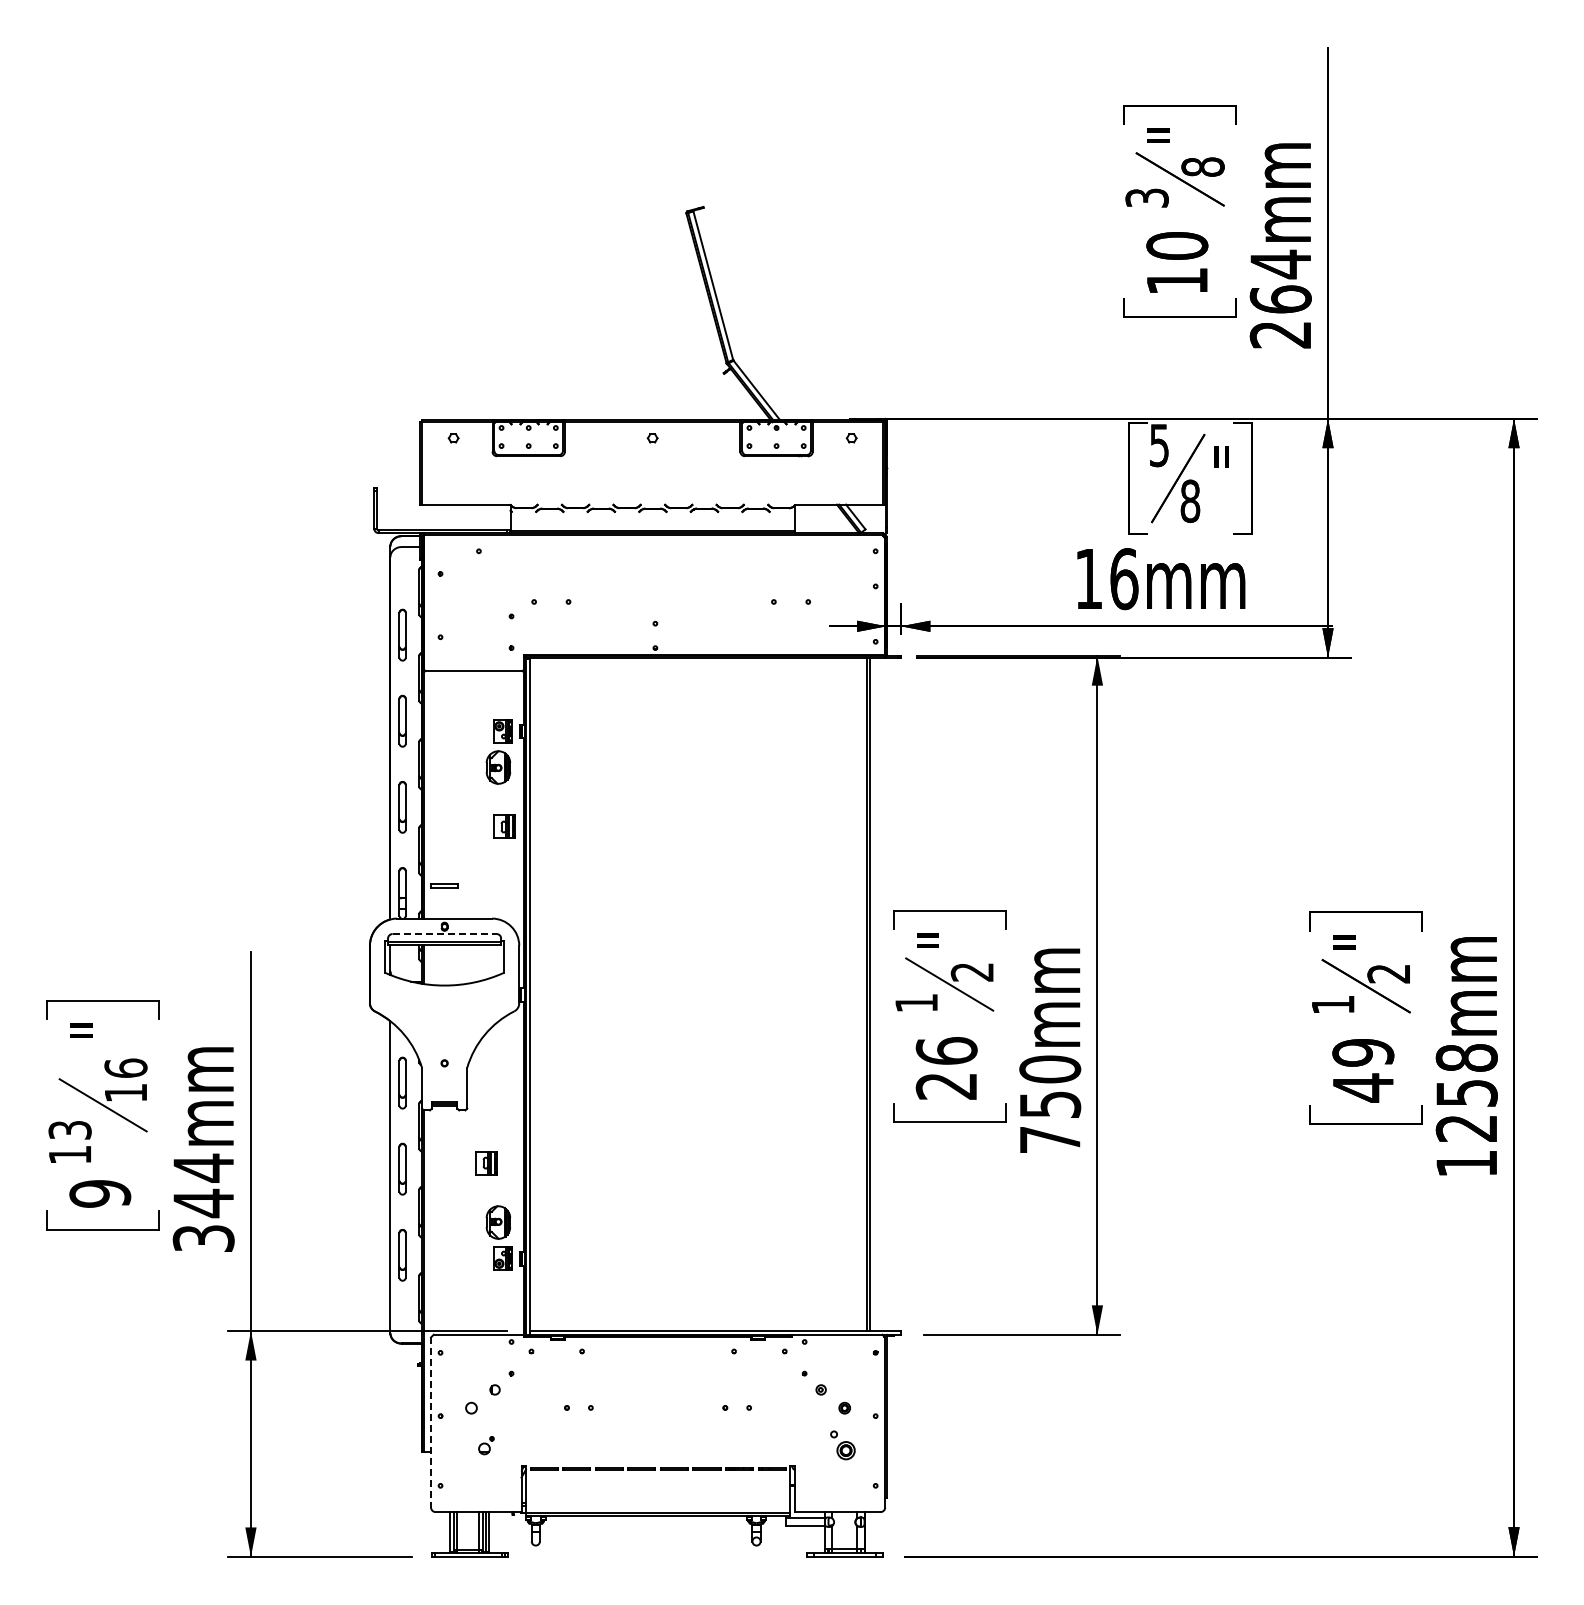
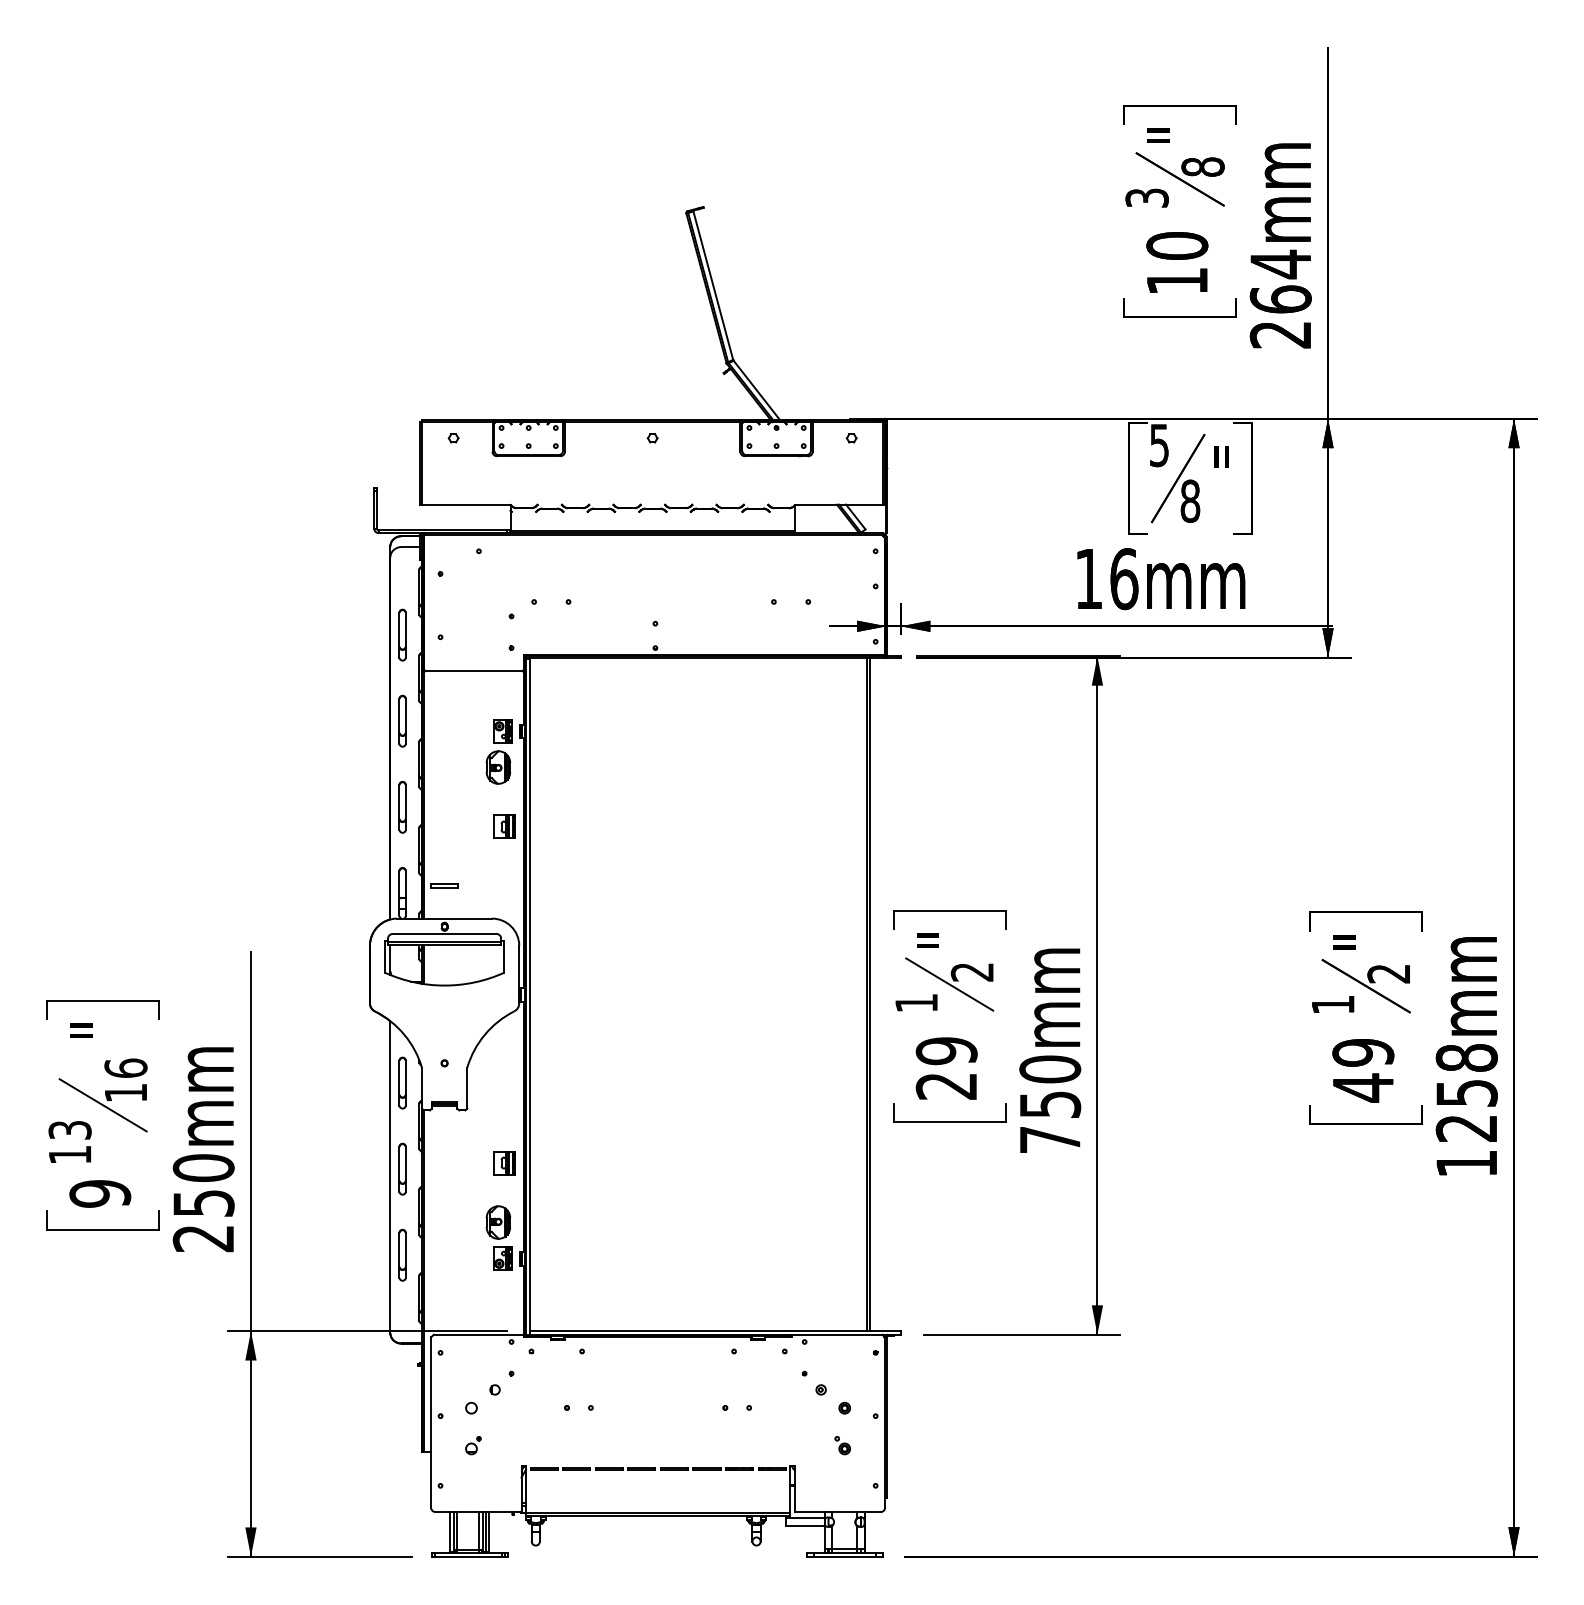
line at (445, 934): dashed -> solid
text at (946, 1051): 26 -> 29
part at (486, 1163) position: (486, 1163) -> (504, 1163)
text at (203, 1202): 344mm -> 250mm
line at (431, 1423): dashed -> solid
part at (486, 1445) position: (486, 1445) -> (473, 1445)
part at (842, 1445) size: 26x31 px -> 17x20 px
